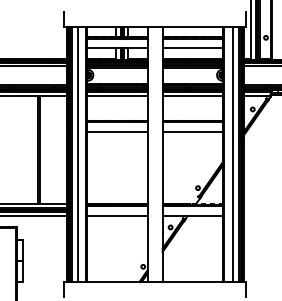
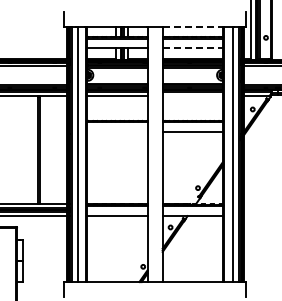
line at (194, 27): solid -> dashed
line at (193, 48): solid -> dashed
line at (192, 96): present -> none
line at (117, 132): present -> none
